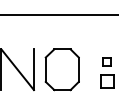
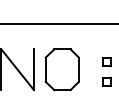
line at (58, 14) position: (58, 14) -> (58, 23)
part at (107, 81) size: 15x15 px -> 10x10 px
